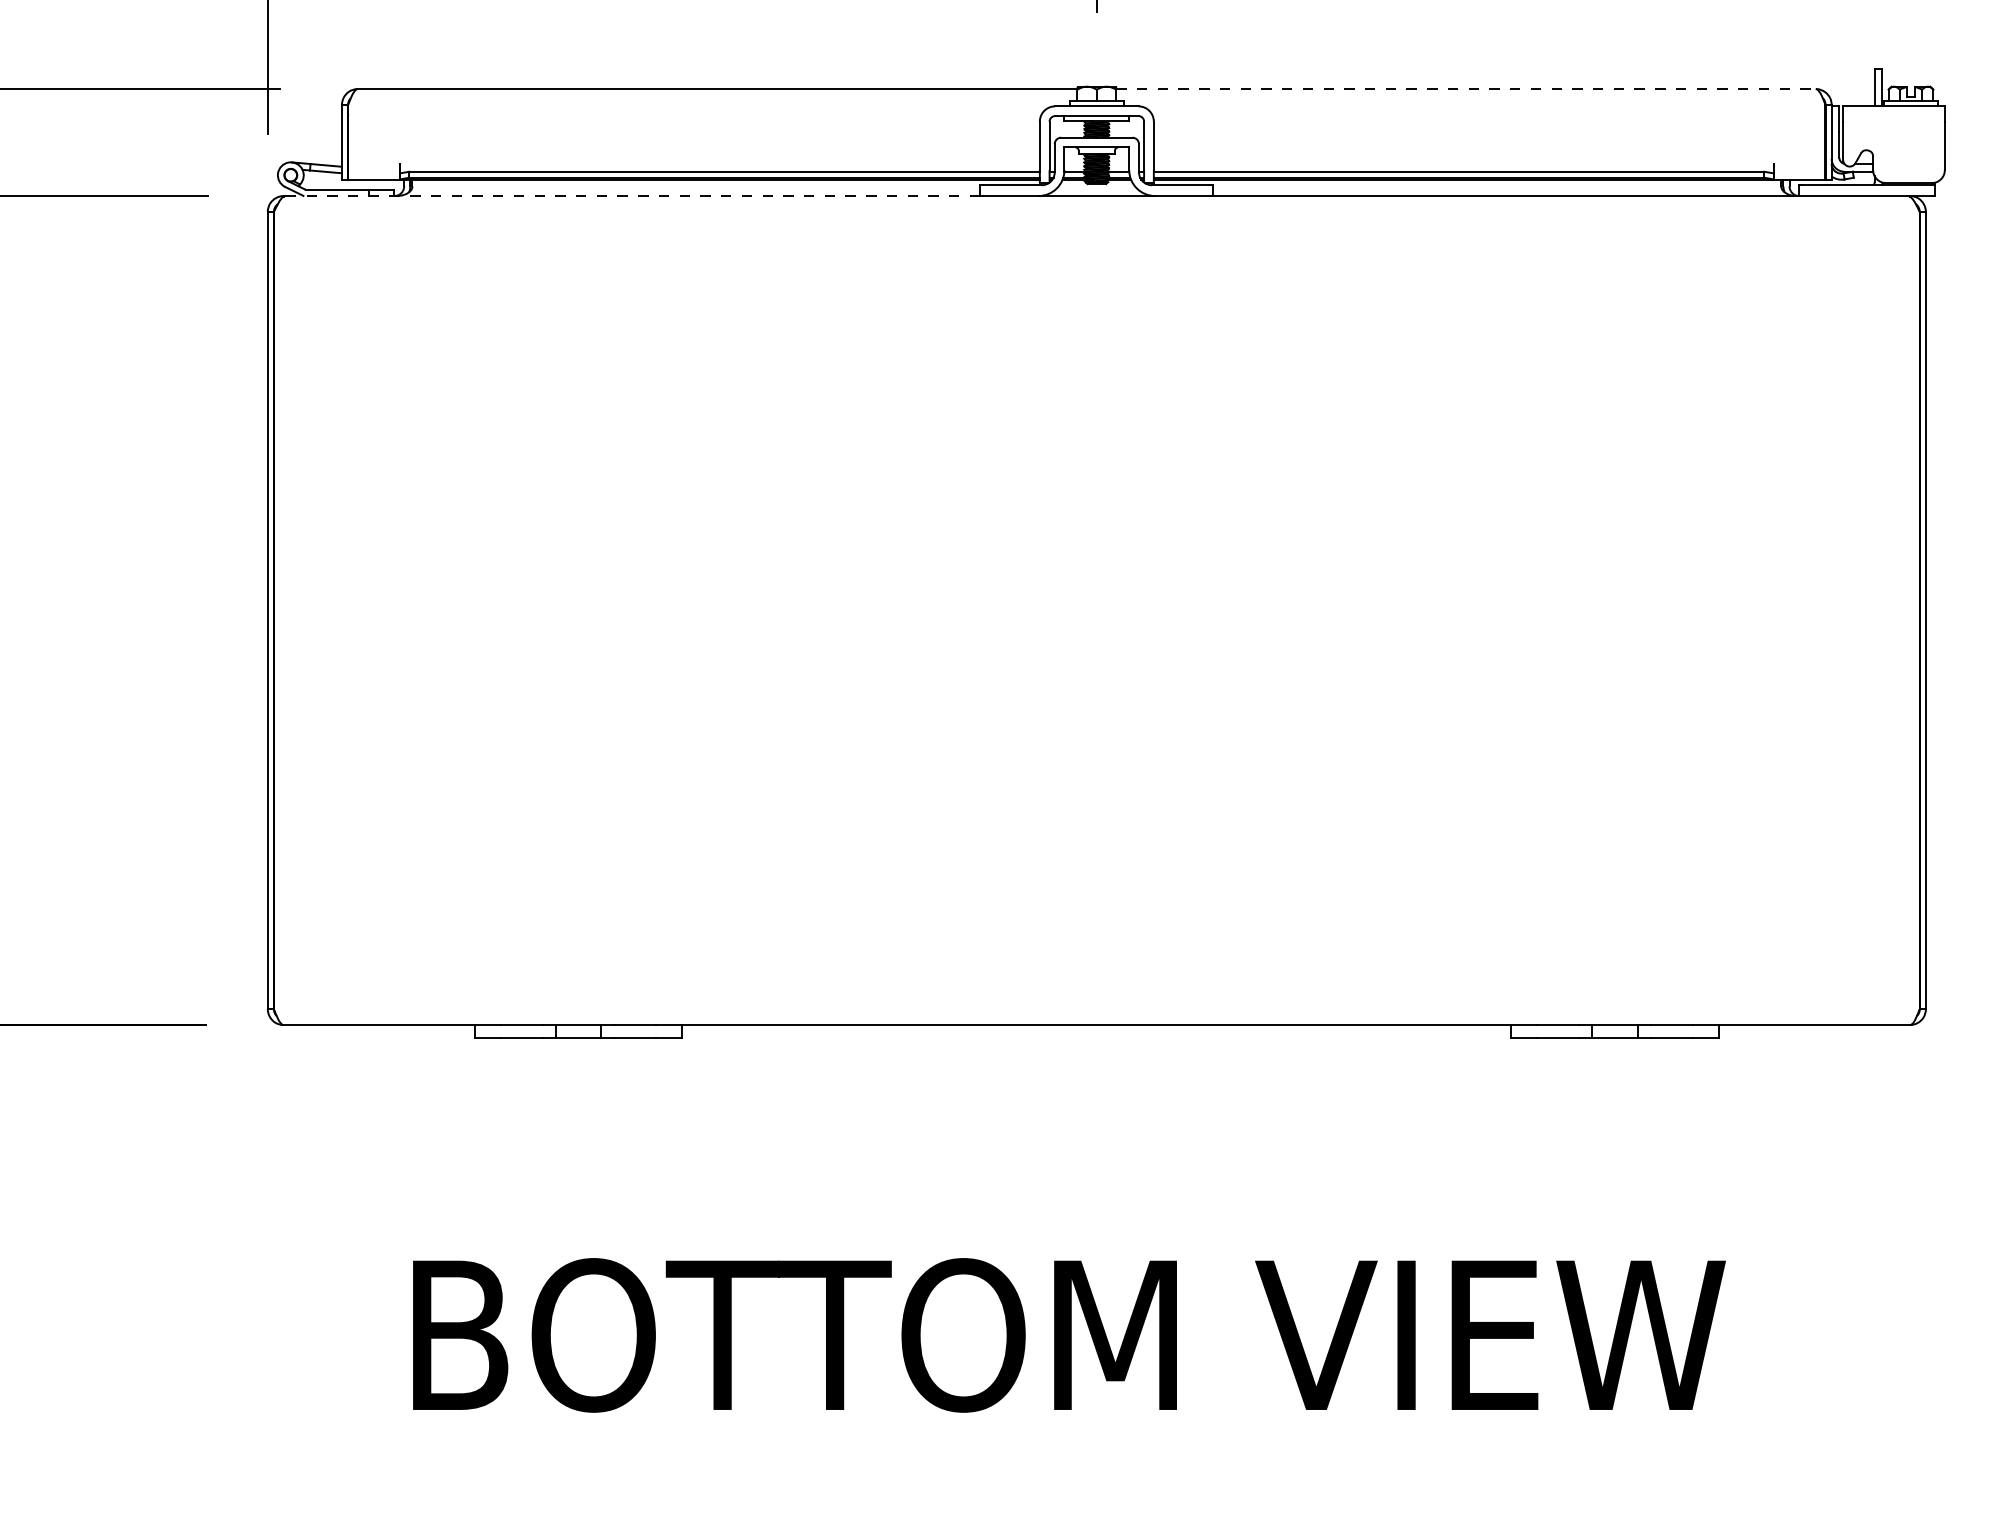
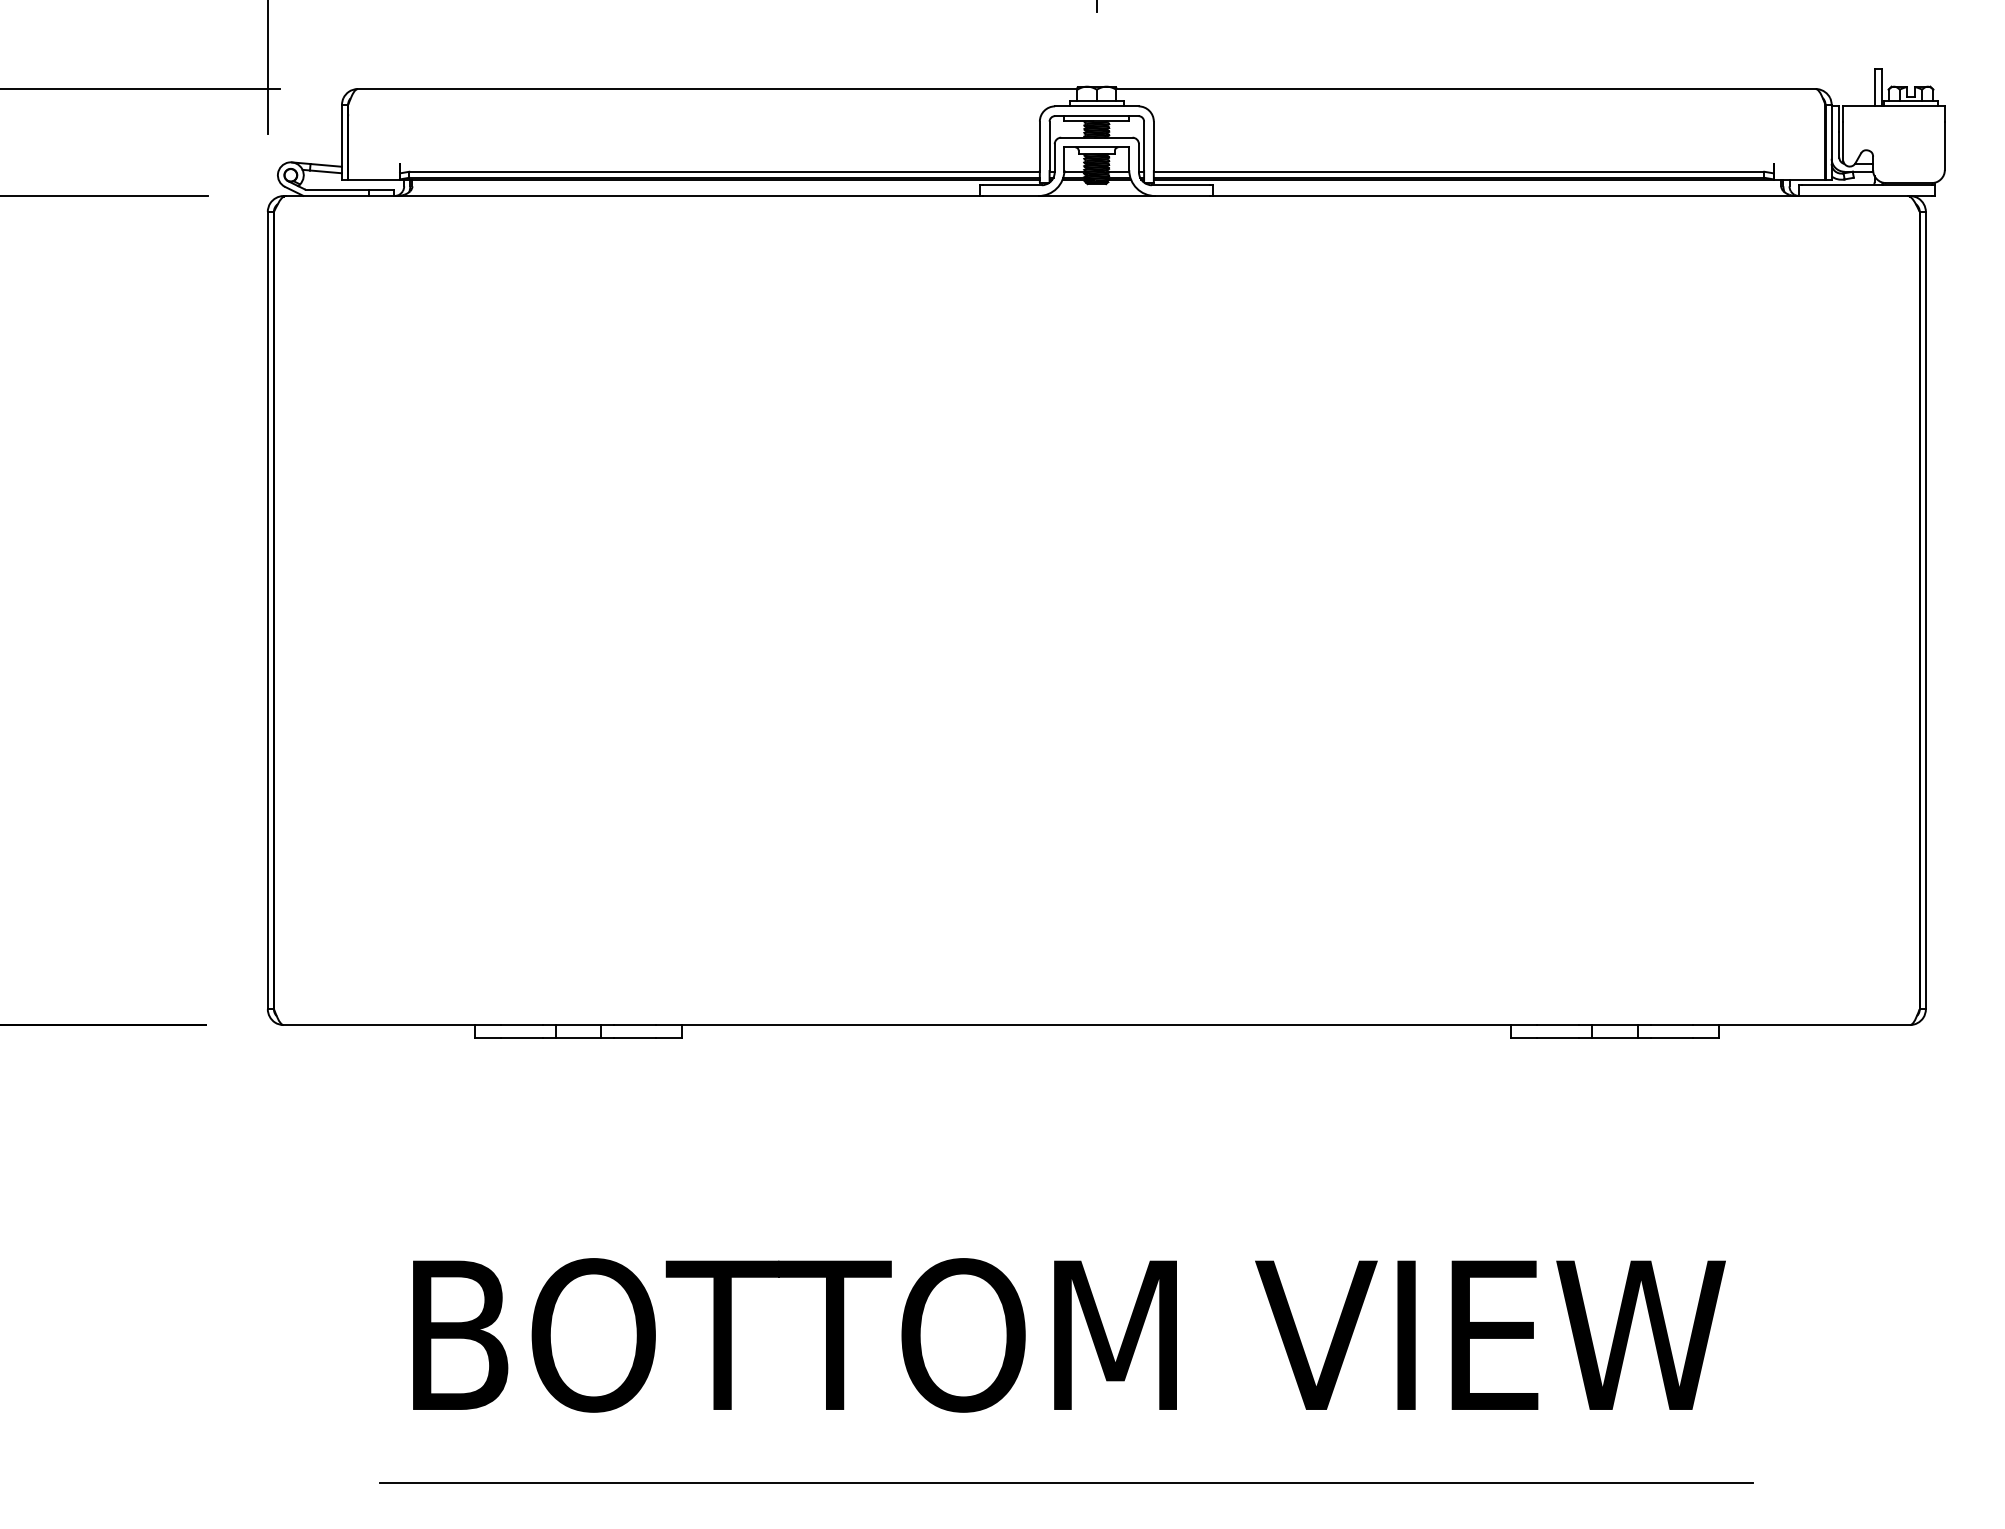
line at (1466, 89): dashed -> solid
line at (633, 196): dashed -> solid
line at (1066, 1482): none -> present
